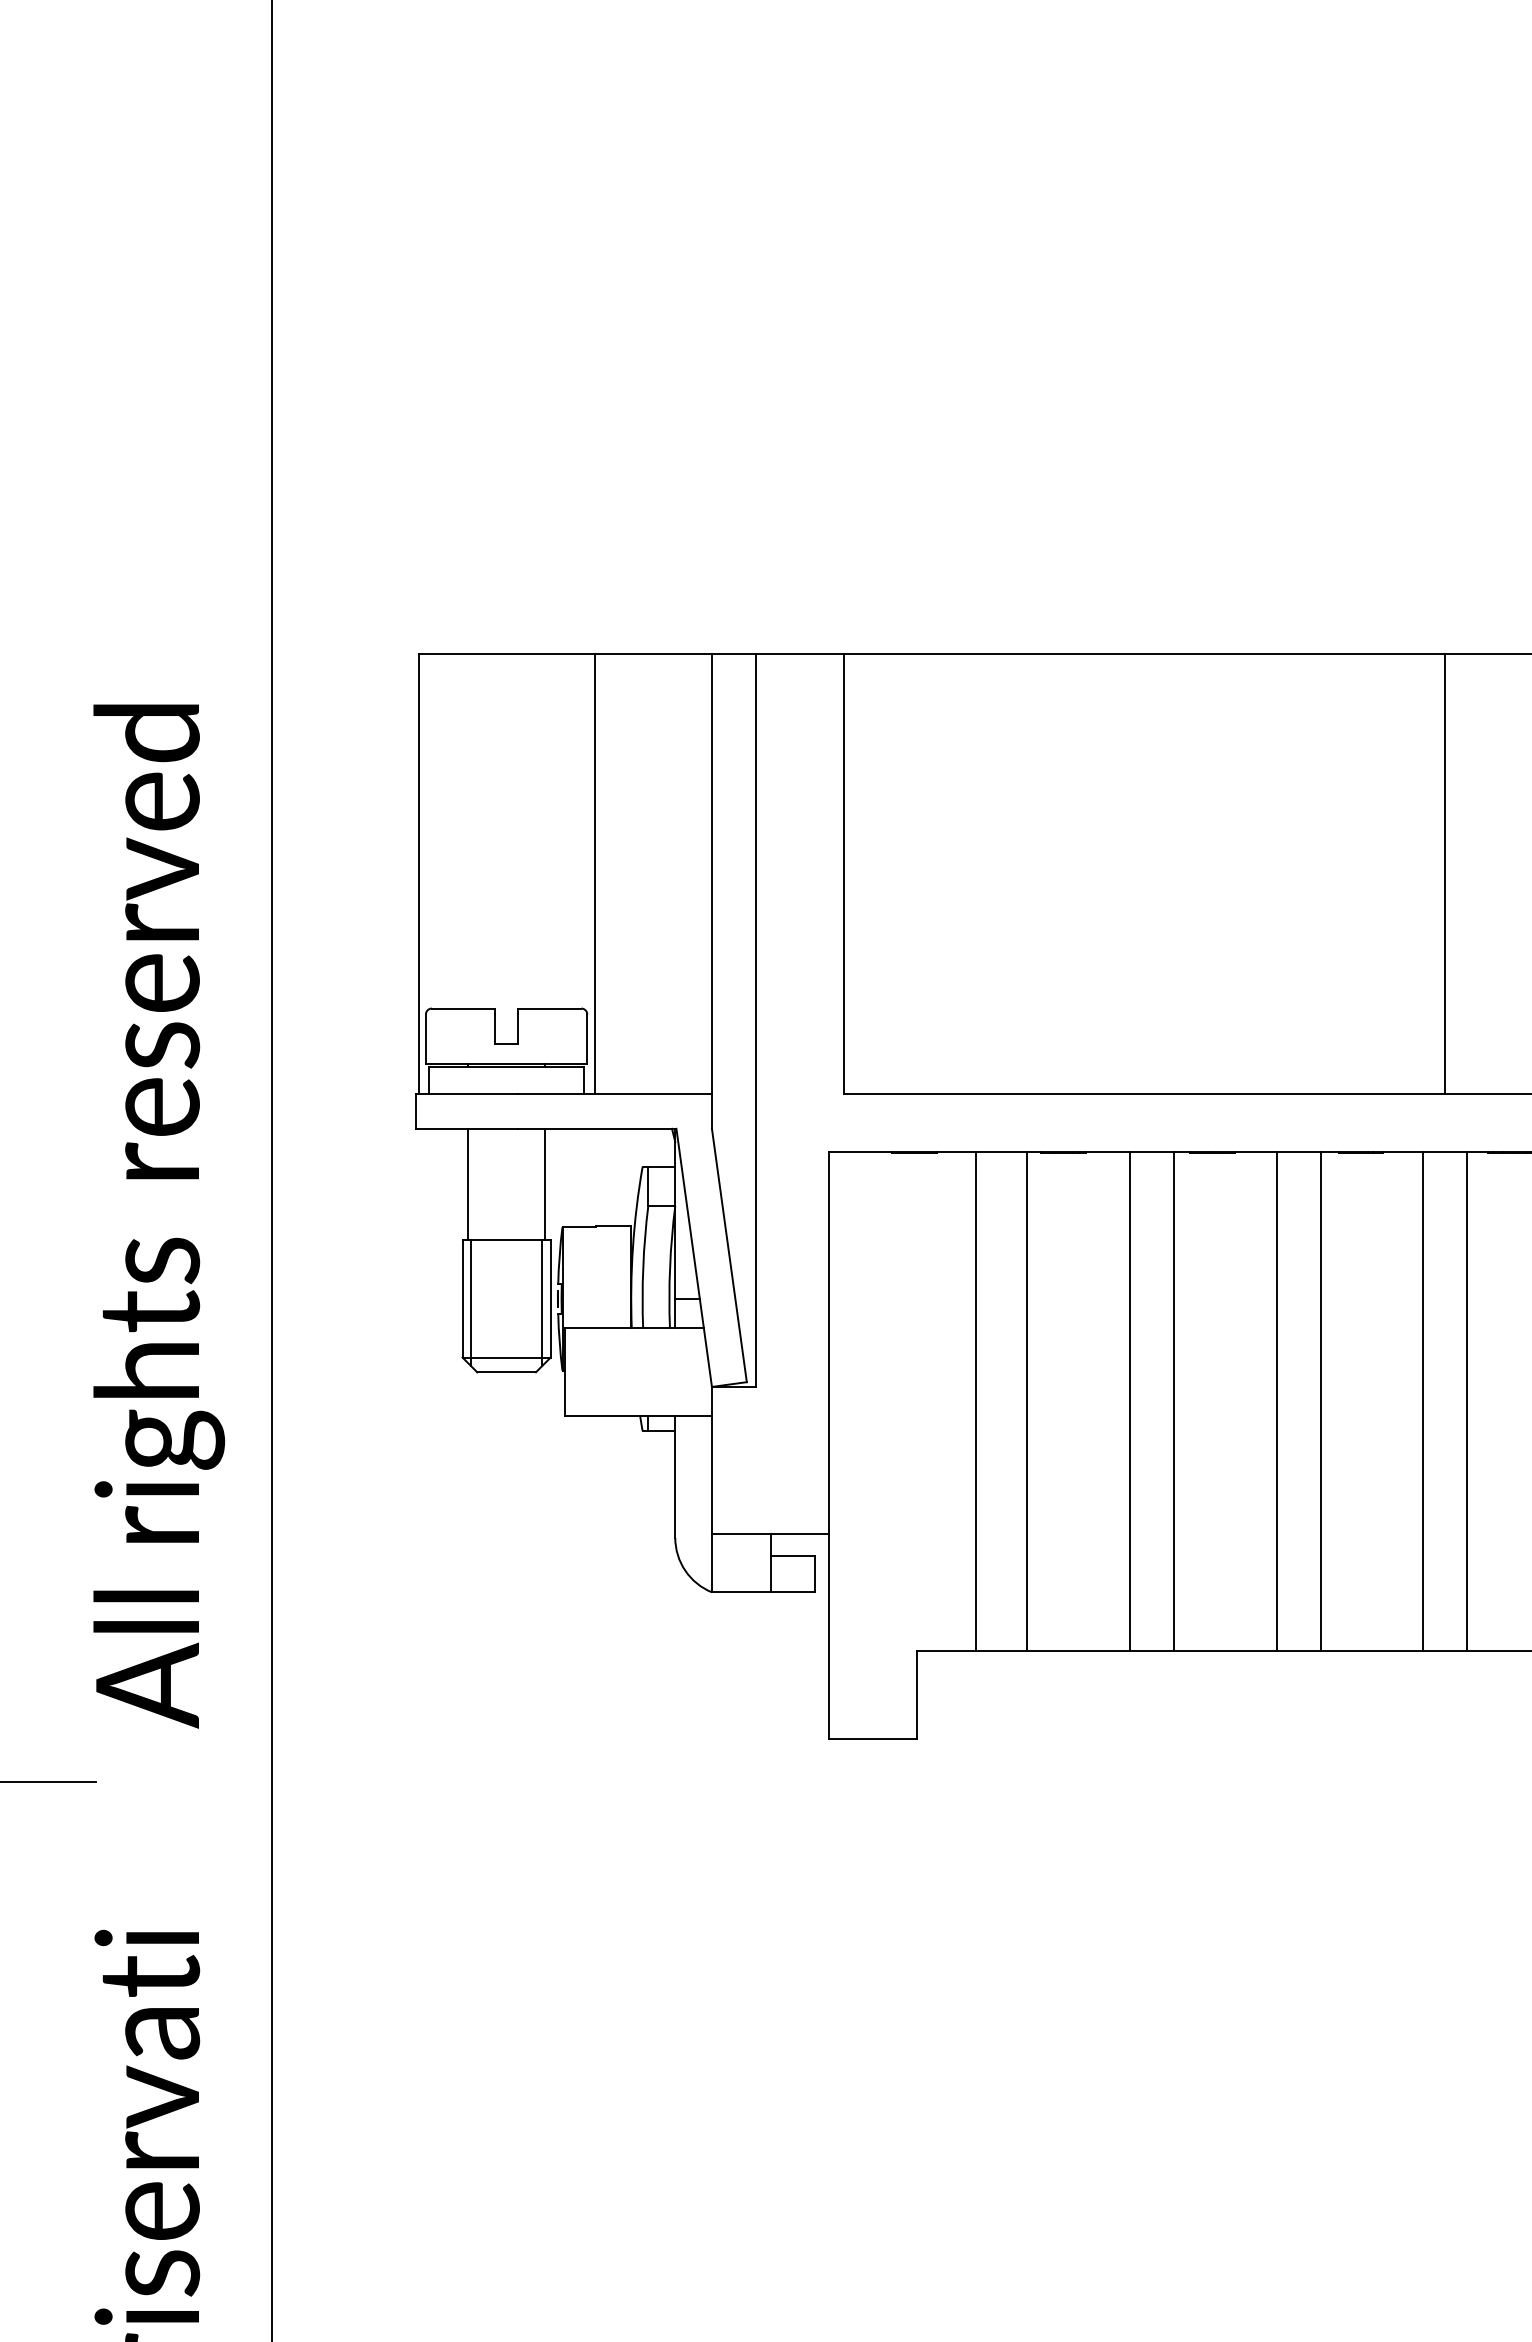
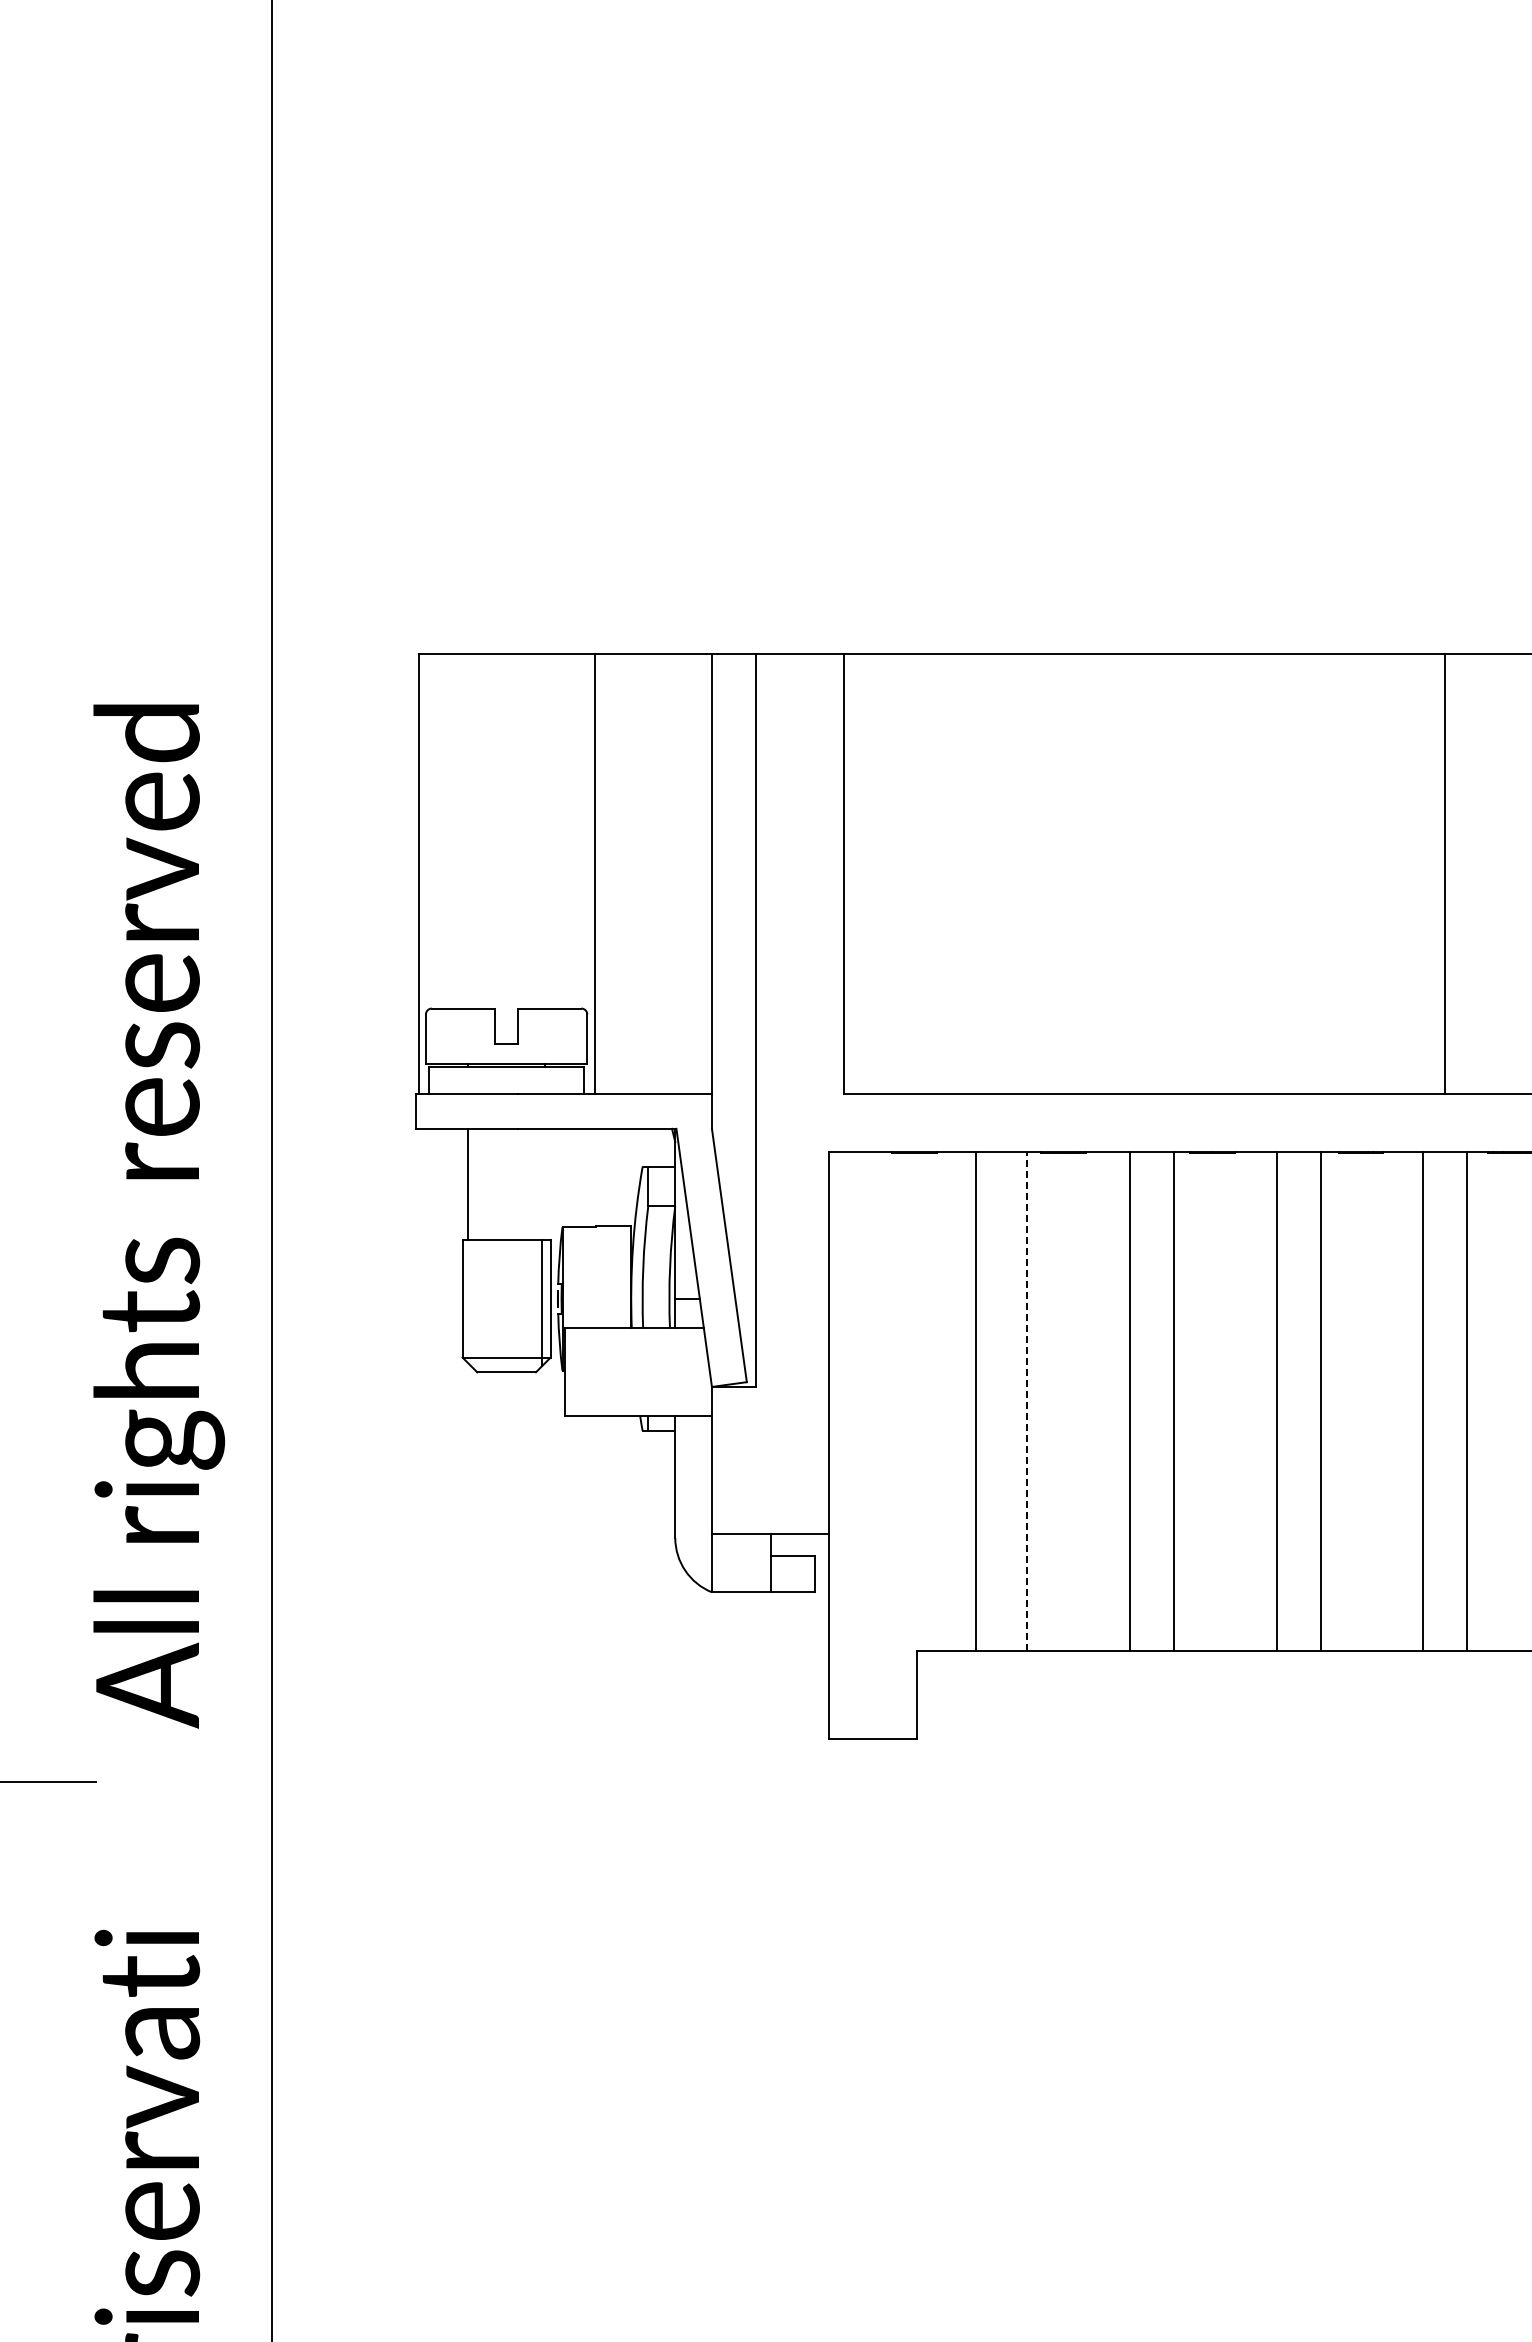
line at (544, 1184): present -> none
line at (471, 1303): present -> none
line at (1027, 1401): solid -> dashed
